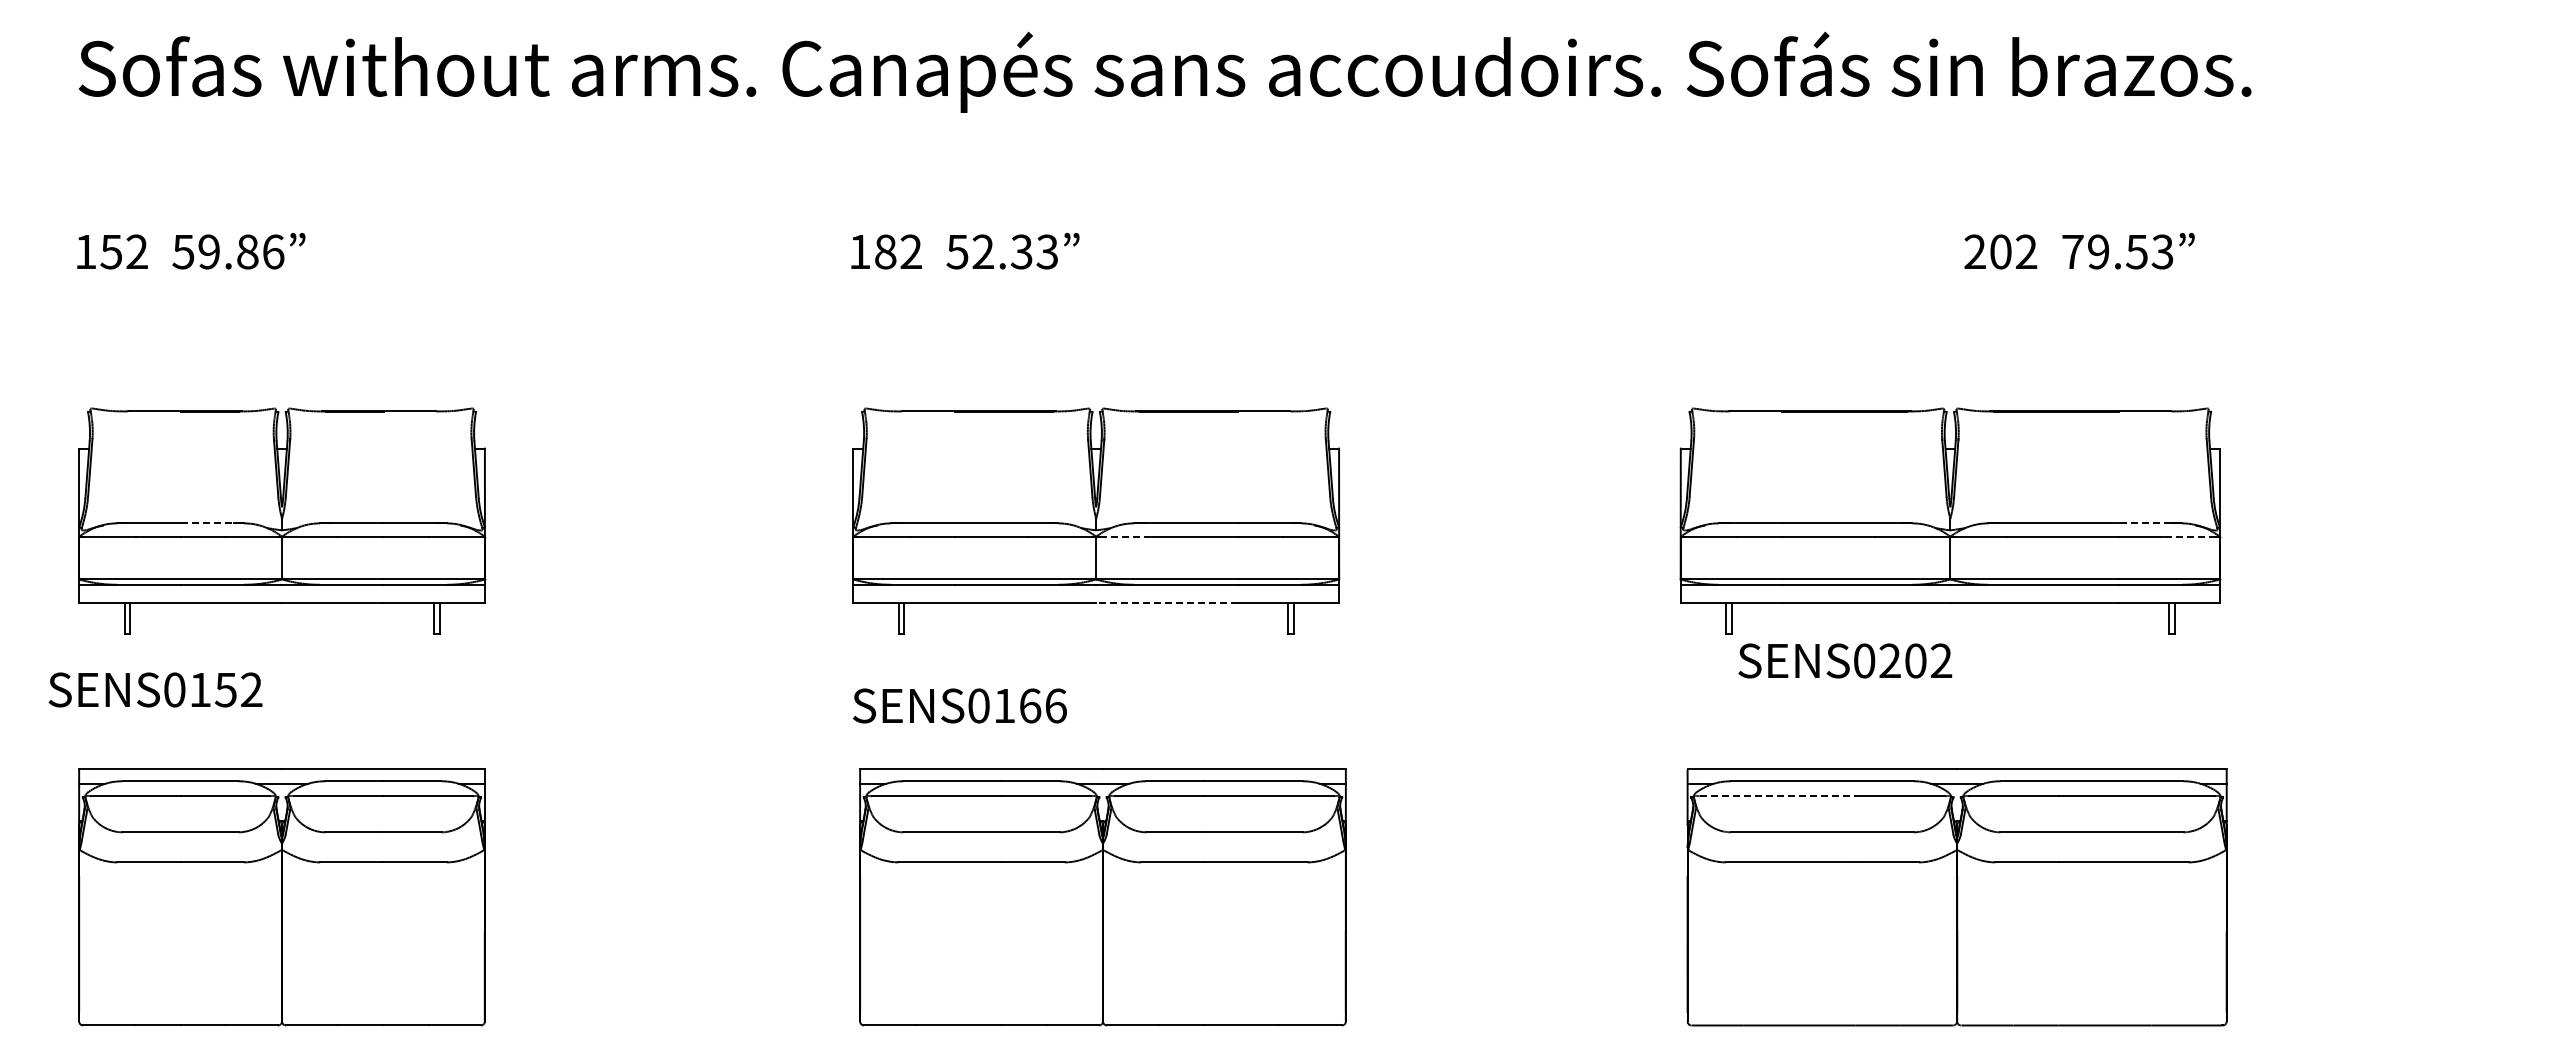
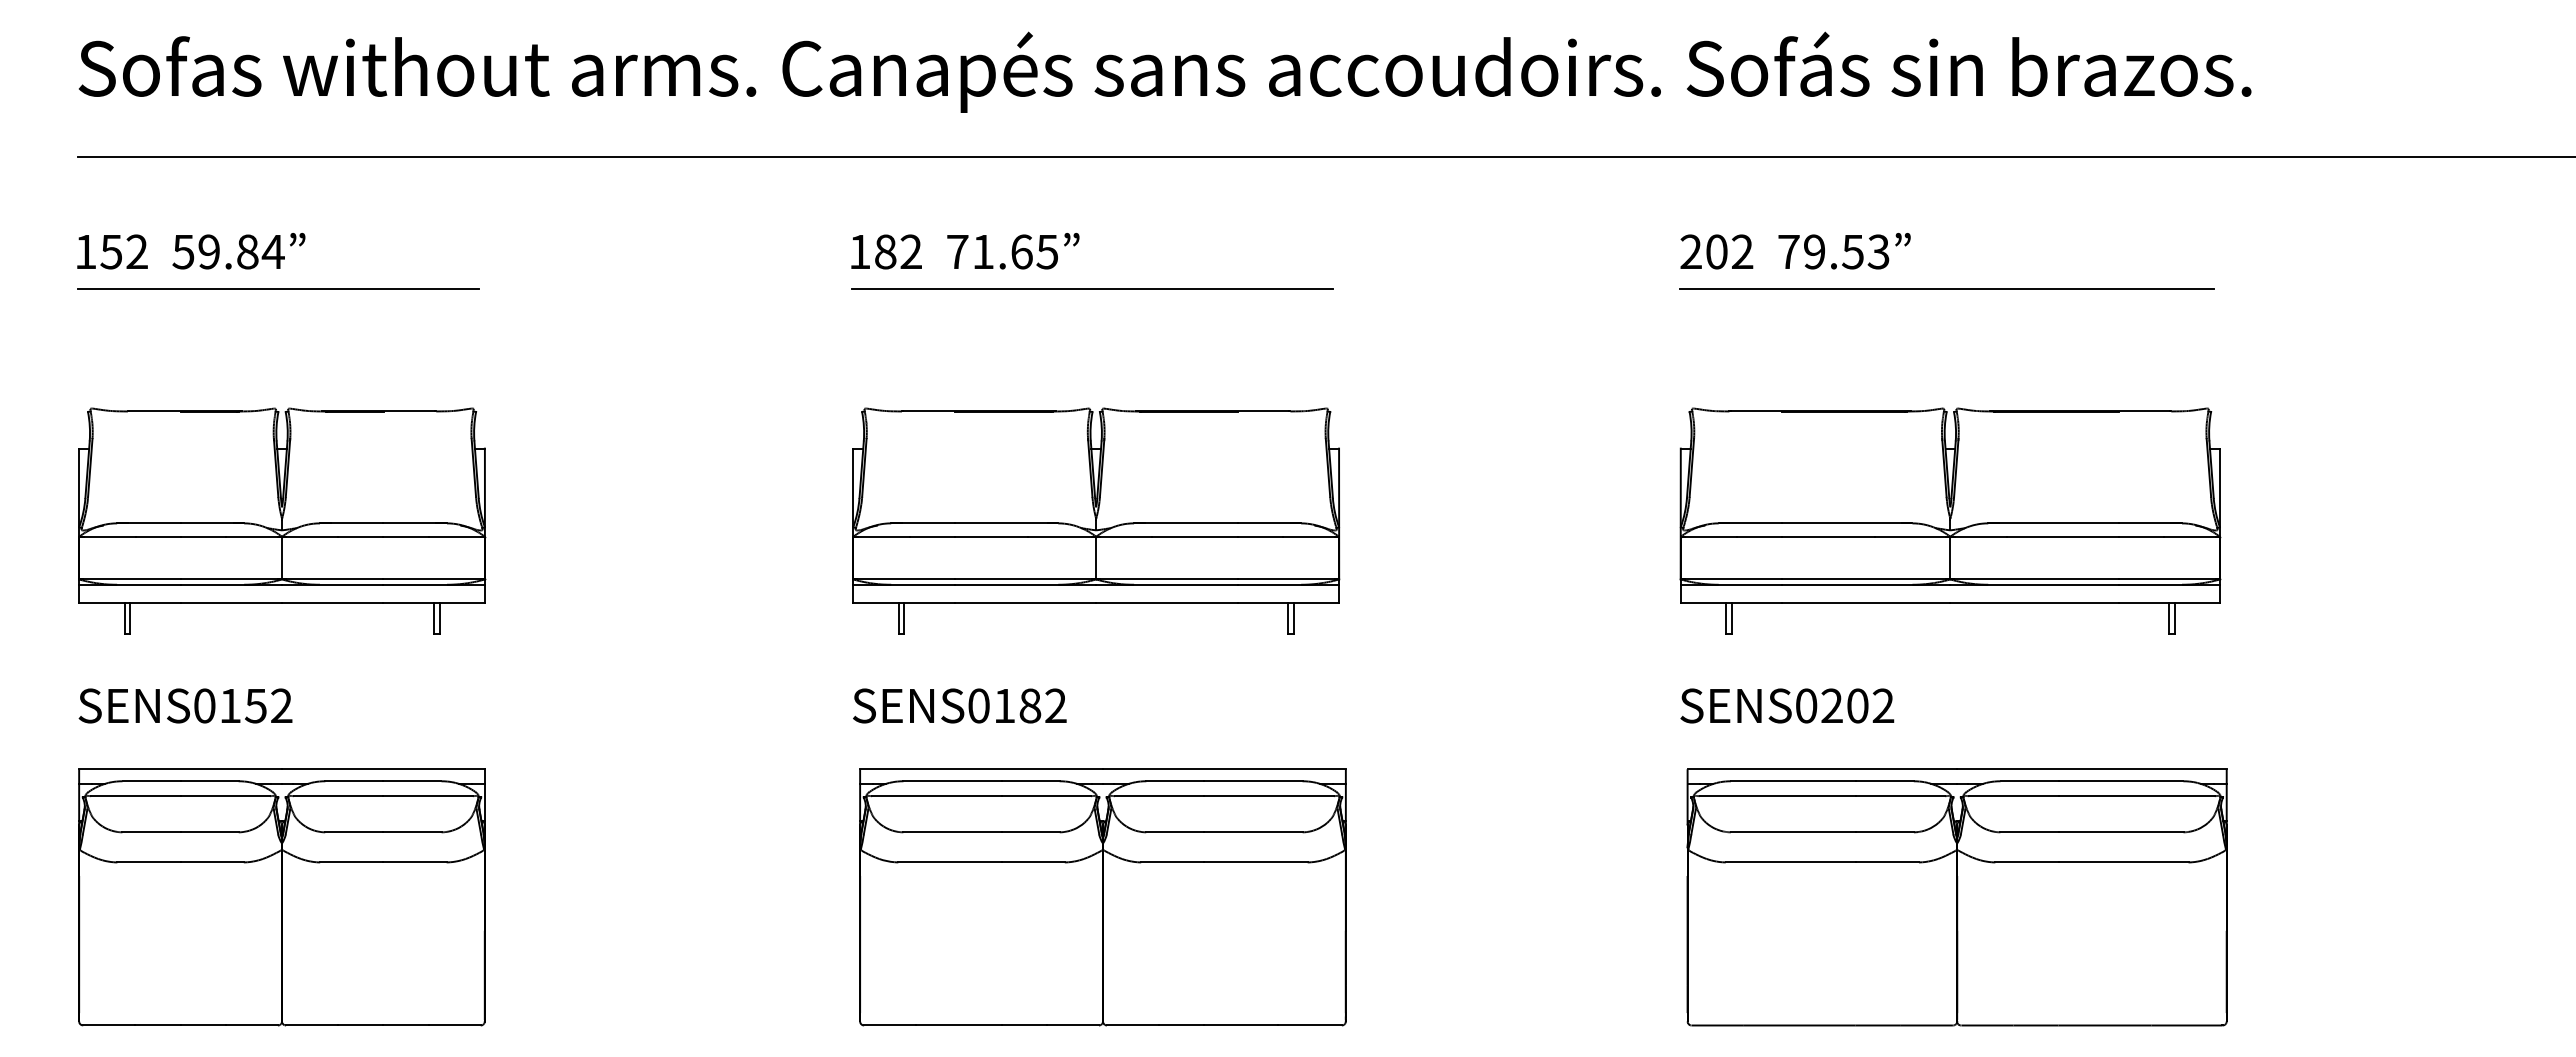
line at (1325, 156): none -> present
text at (272, 251): 59.86 -> 59.84
text at (1001, 251): 52.33 -> 71.65
text at (2079, 251) position: (2079, 251) -> (1795, 251)
line at (1946, 288): none -> present
line at (278, 289): none -> present
line at (1092, 289): none -> present
line at (207, 523): dashed -> solid
line at (2144, 523): dashed -> solid
line at (1126, 536): dashed -> solid
line at (2189, 536): dashed -> solid
line at (1166, 603): dashed -> solid
text at (1845, 660) position: (1845, 660) -> (1787, 705)
text at (155, 689) position: (155, 689) -> (185, 705)
text at (1042, 705): SENS0166 -> SENS0182
line at (1778, 796): dashed -> solid
